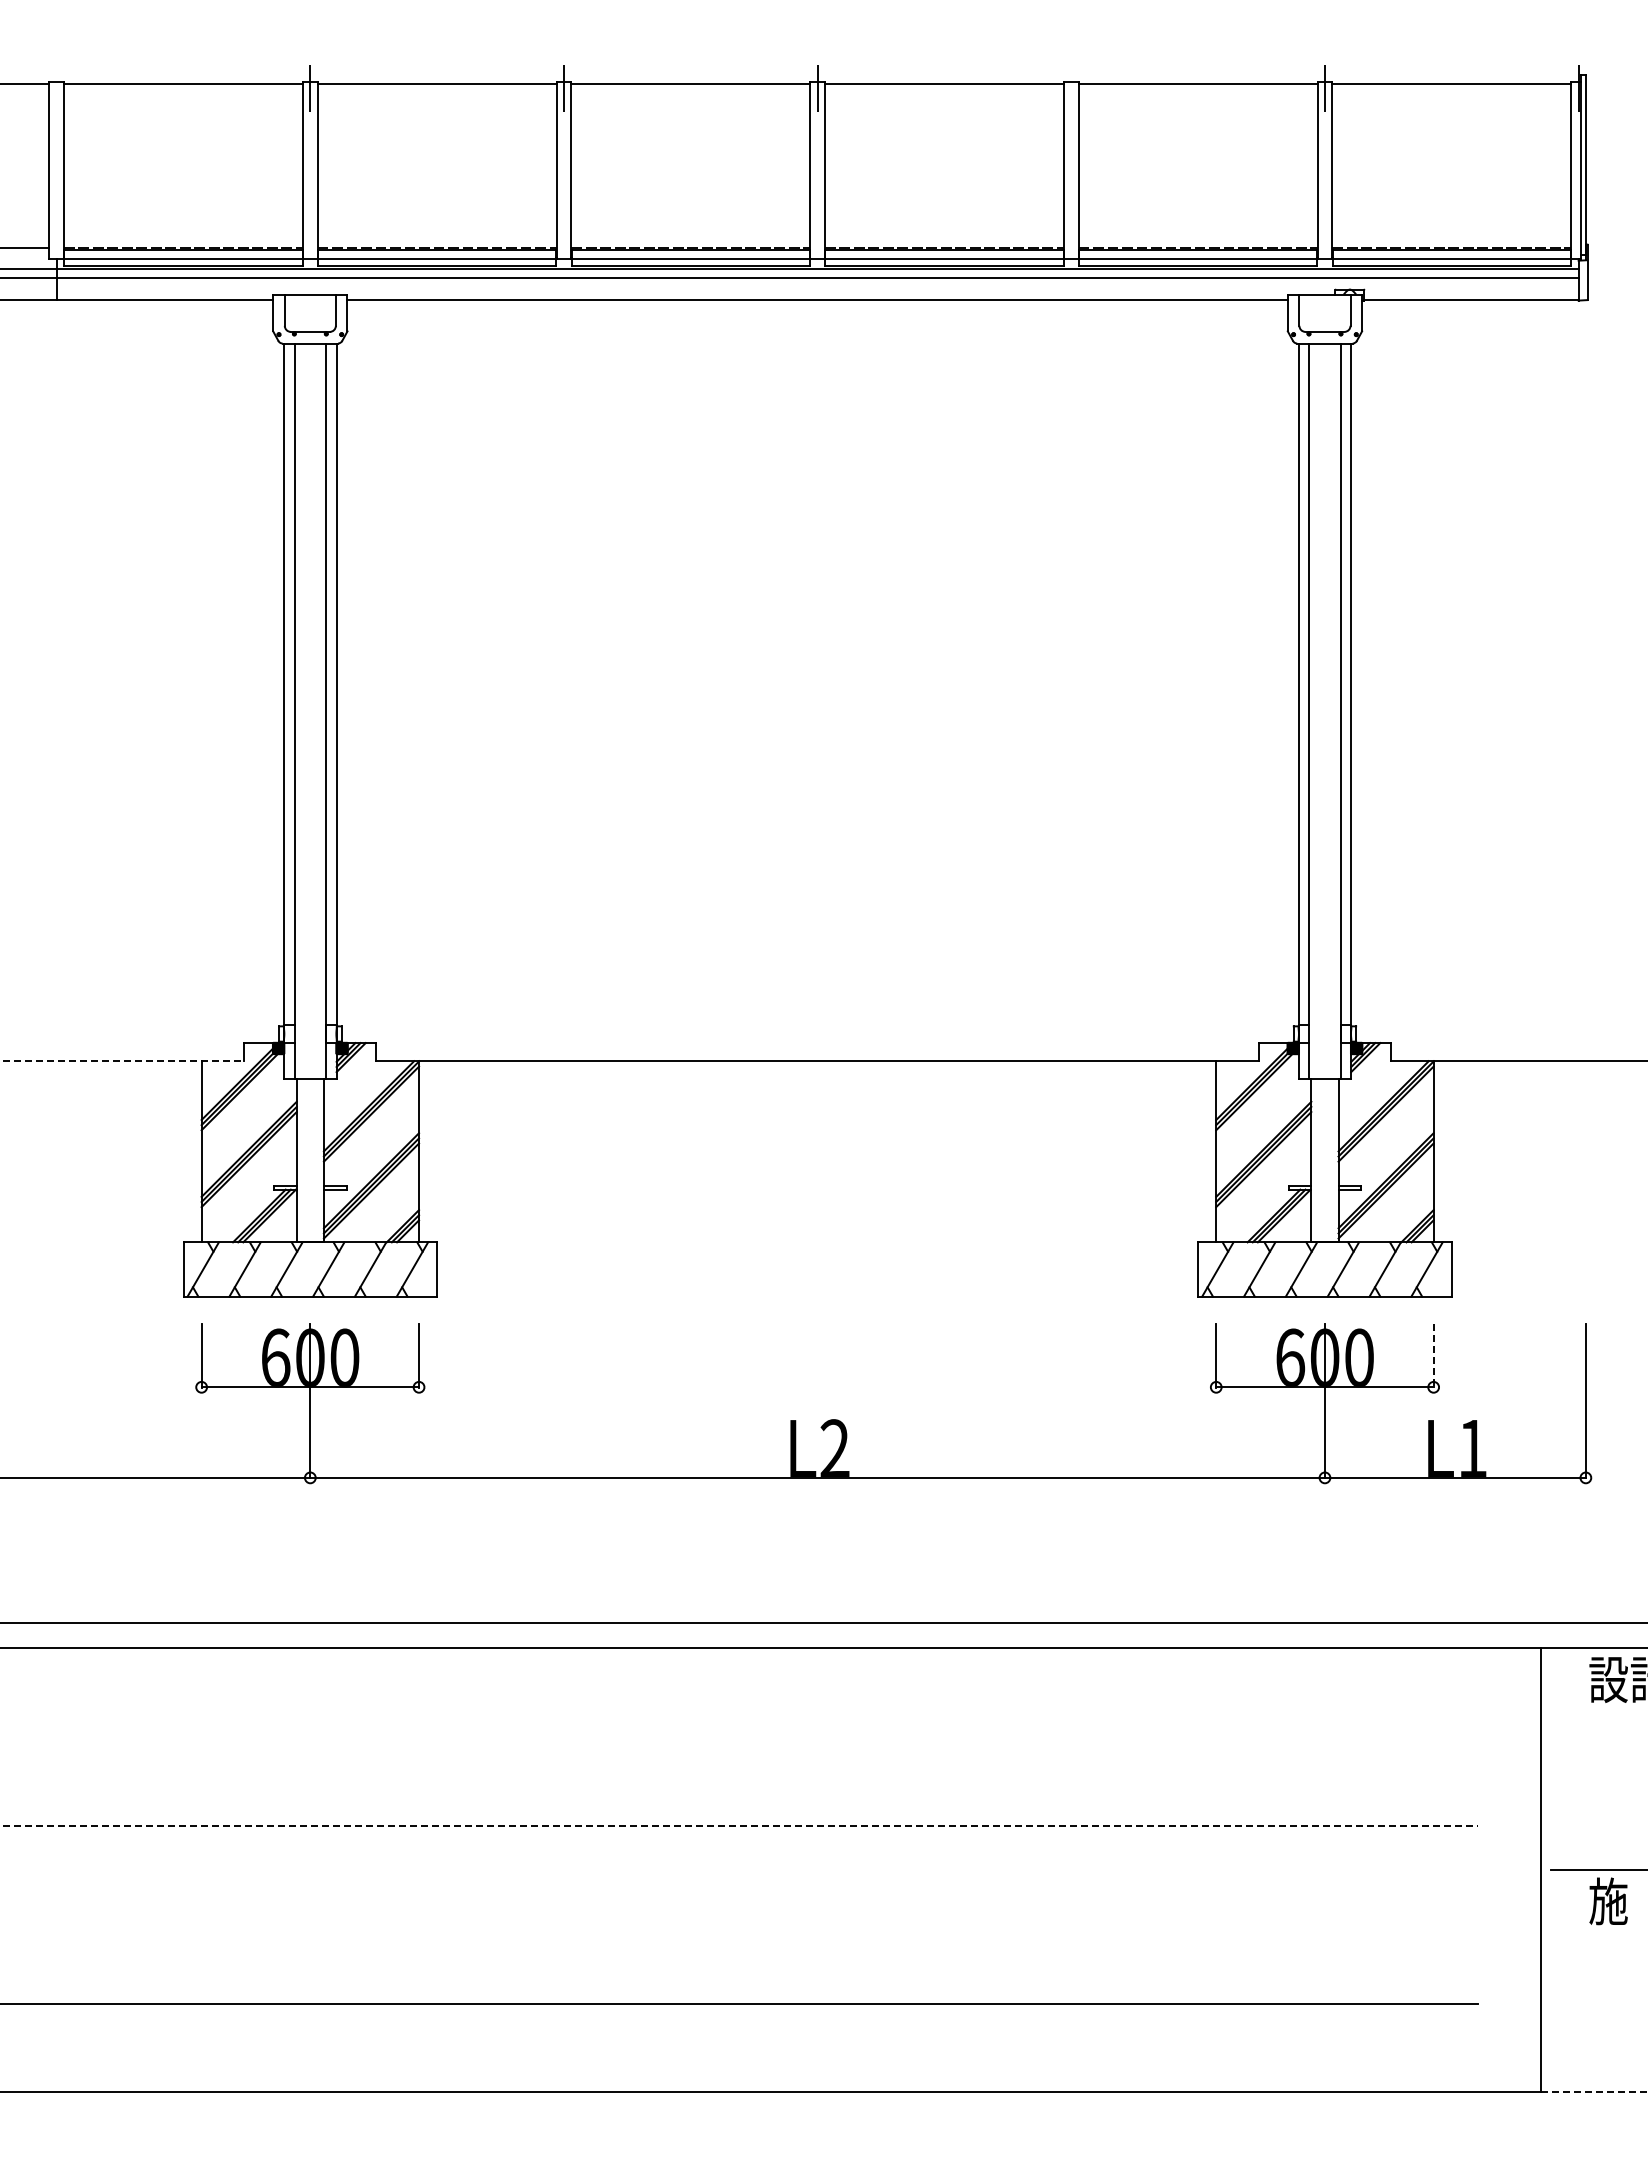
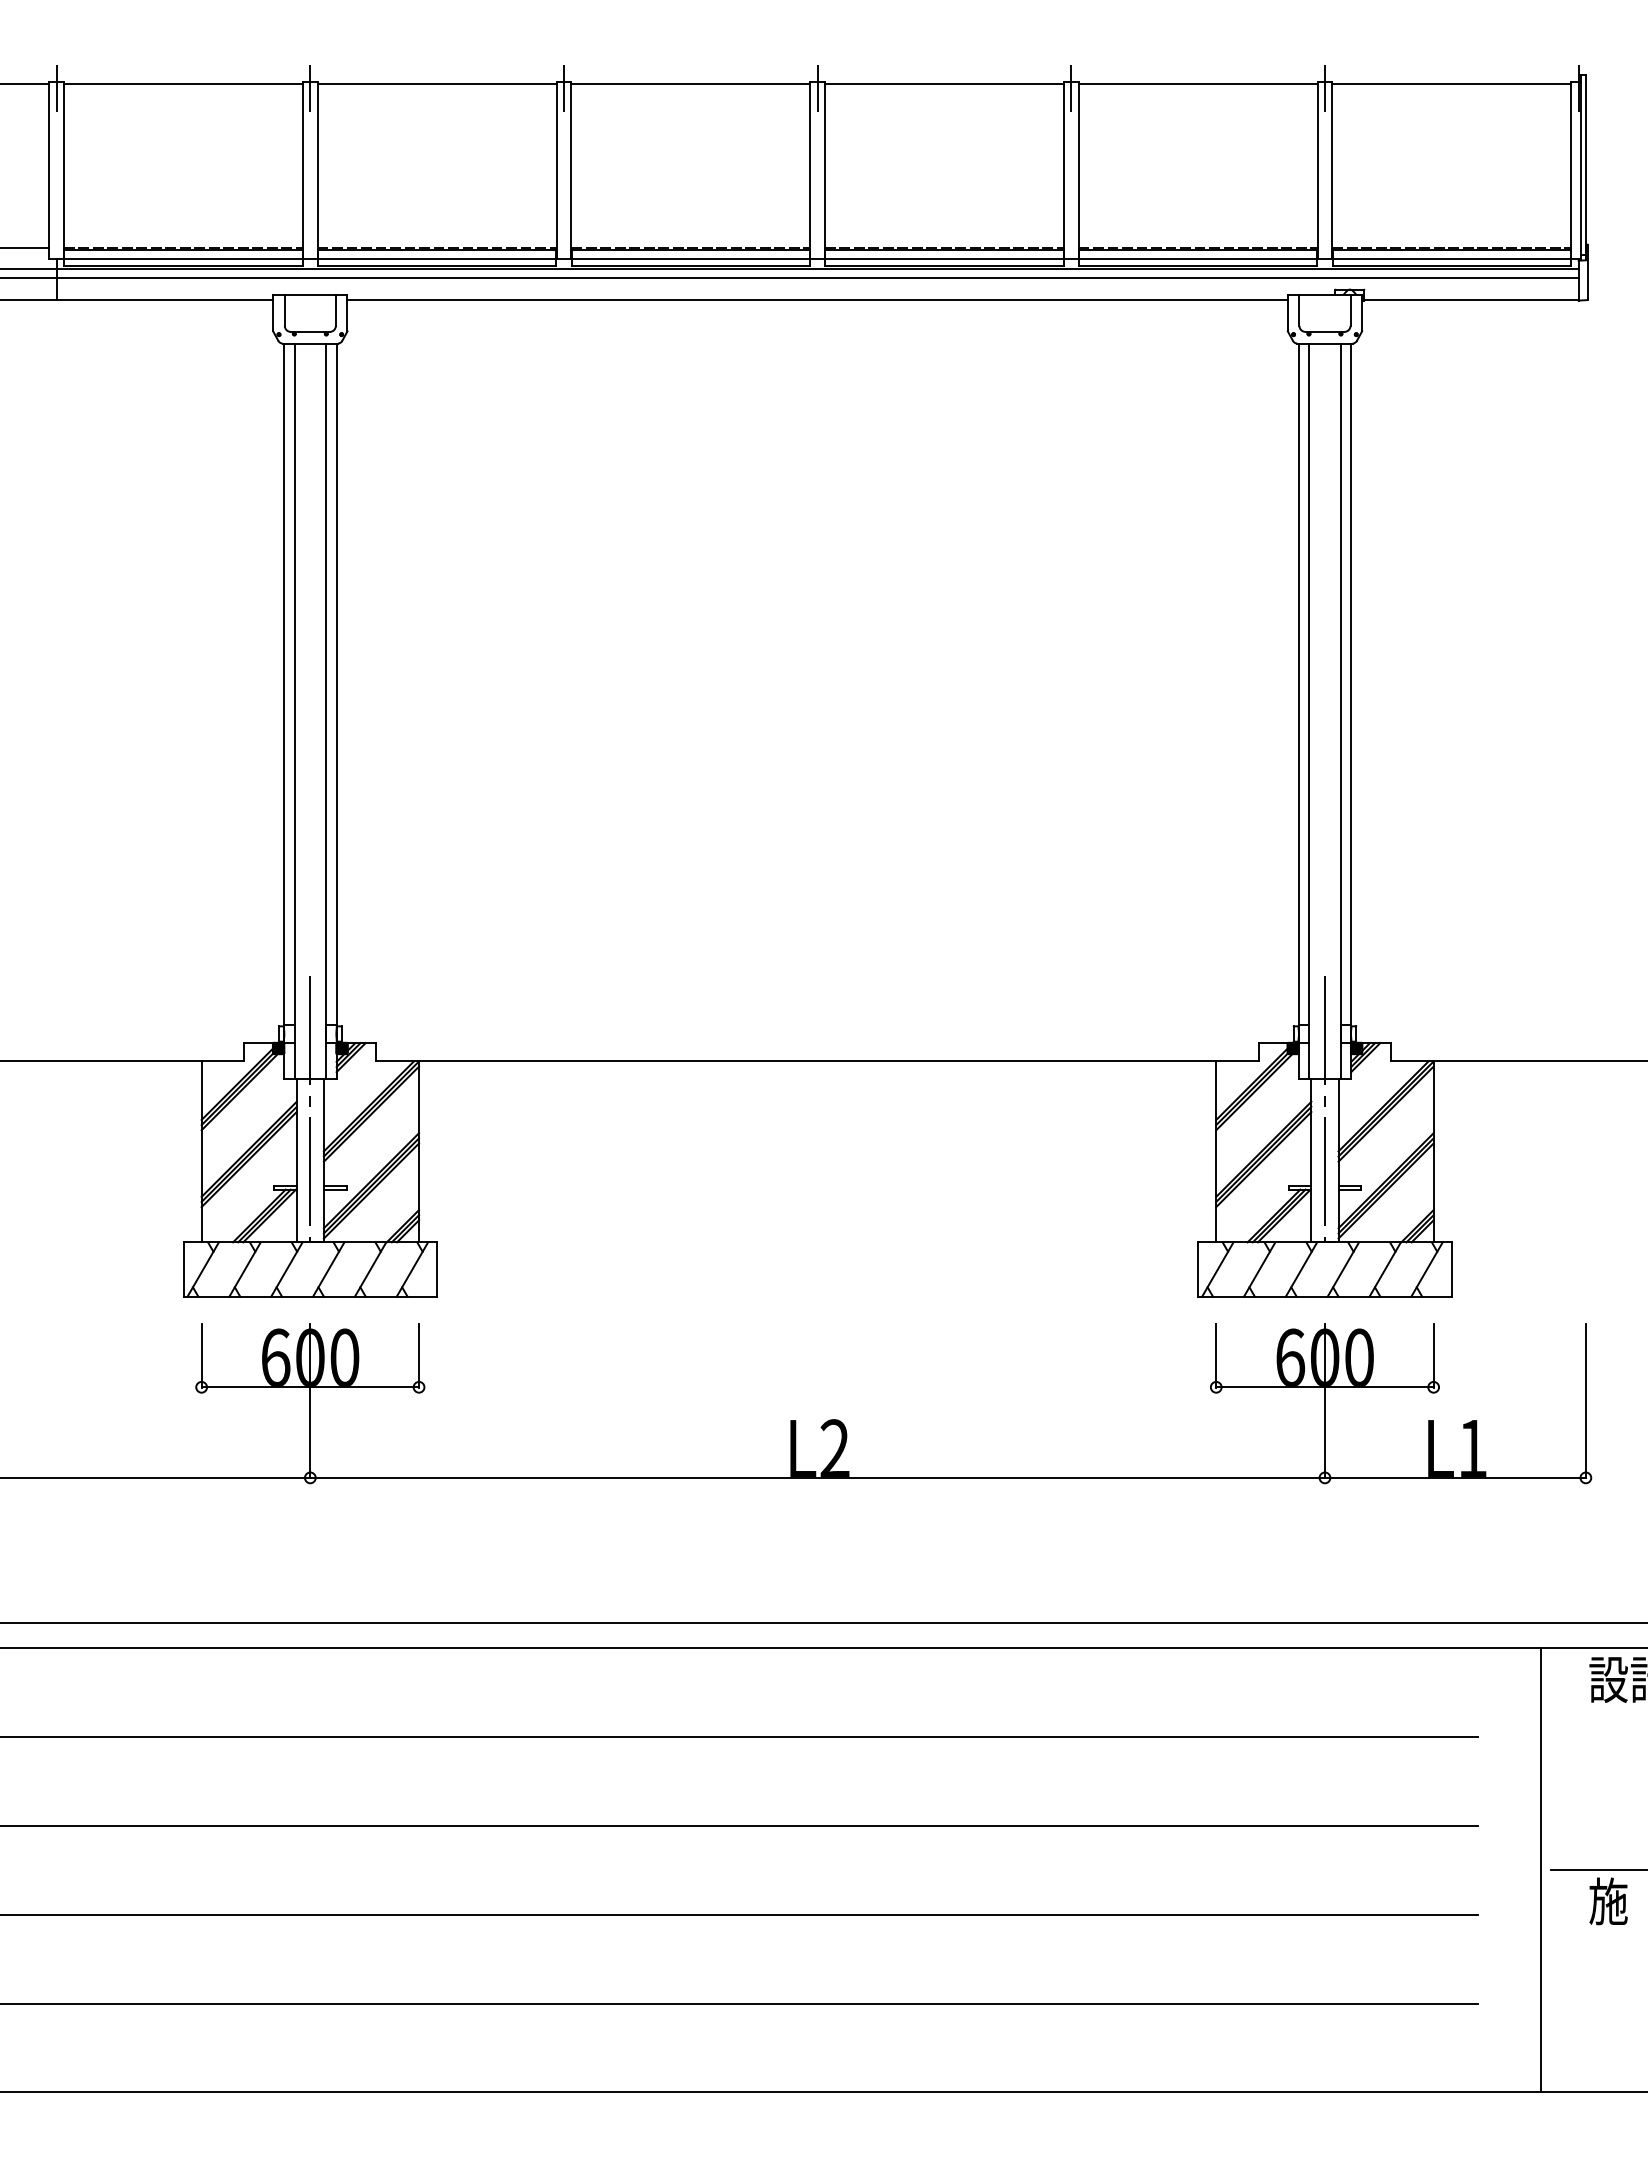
line at (56, 87): none -> present
line at (1071, 87): none -> present
line at (122, 1061): dashed -> solid
line at (310, 1109): none -> present
line at (1324, 1109): none -> present
line at (1433, 1355): dashed -> solid
line at (739, 1737): none -> present
line at (739, 1825): dashed -> solid
line at (739, 1914): none -> present
line at (1594, 2092): dashed -> solid
